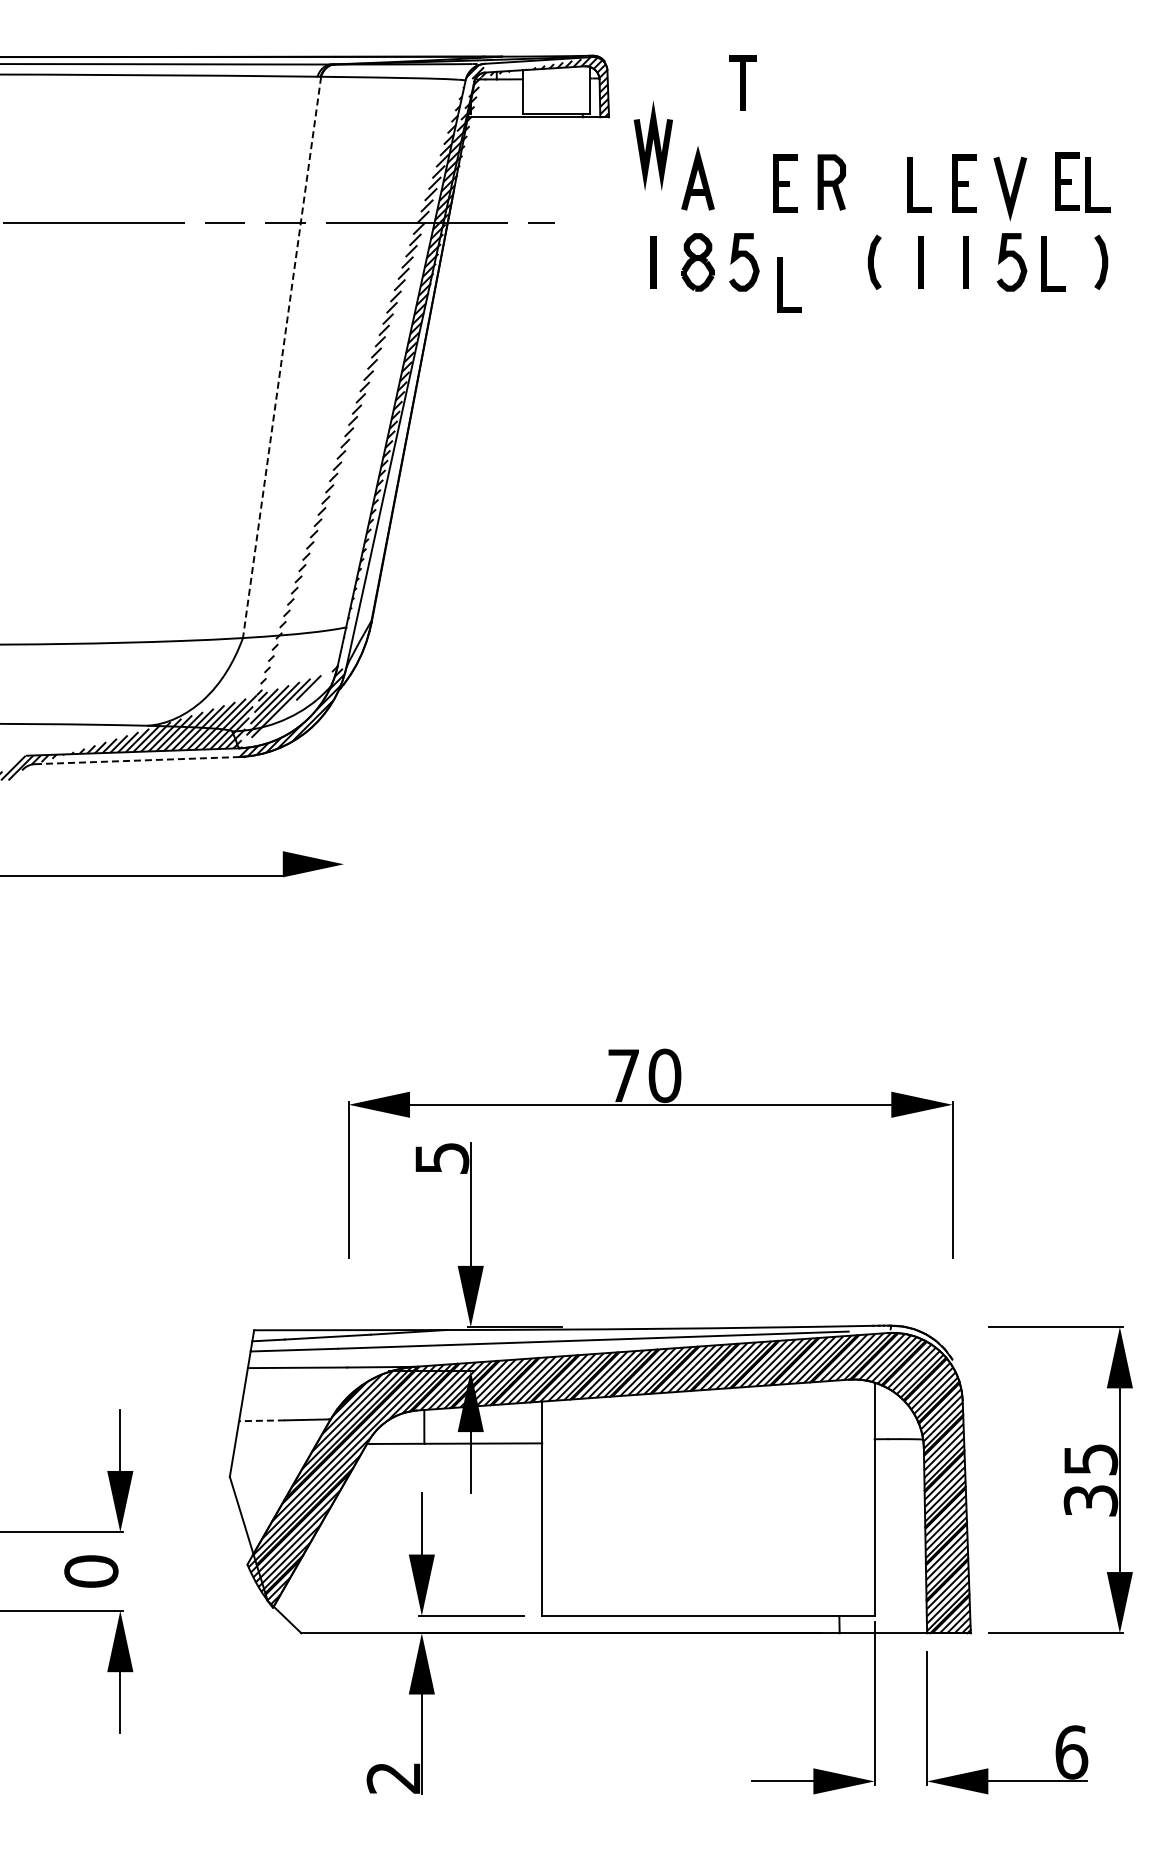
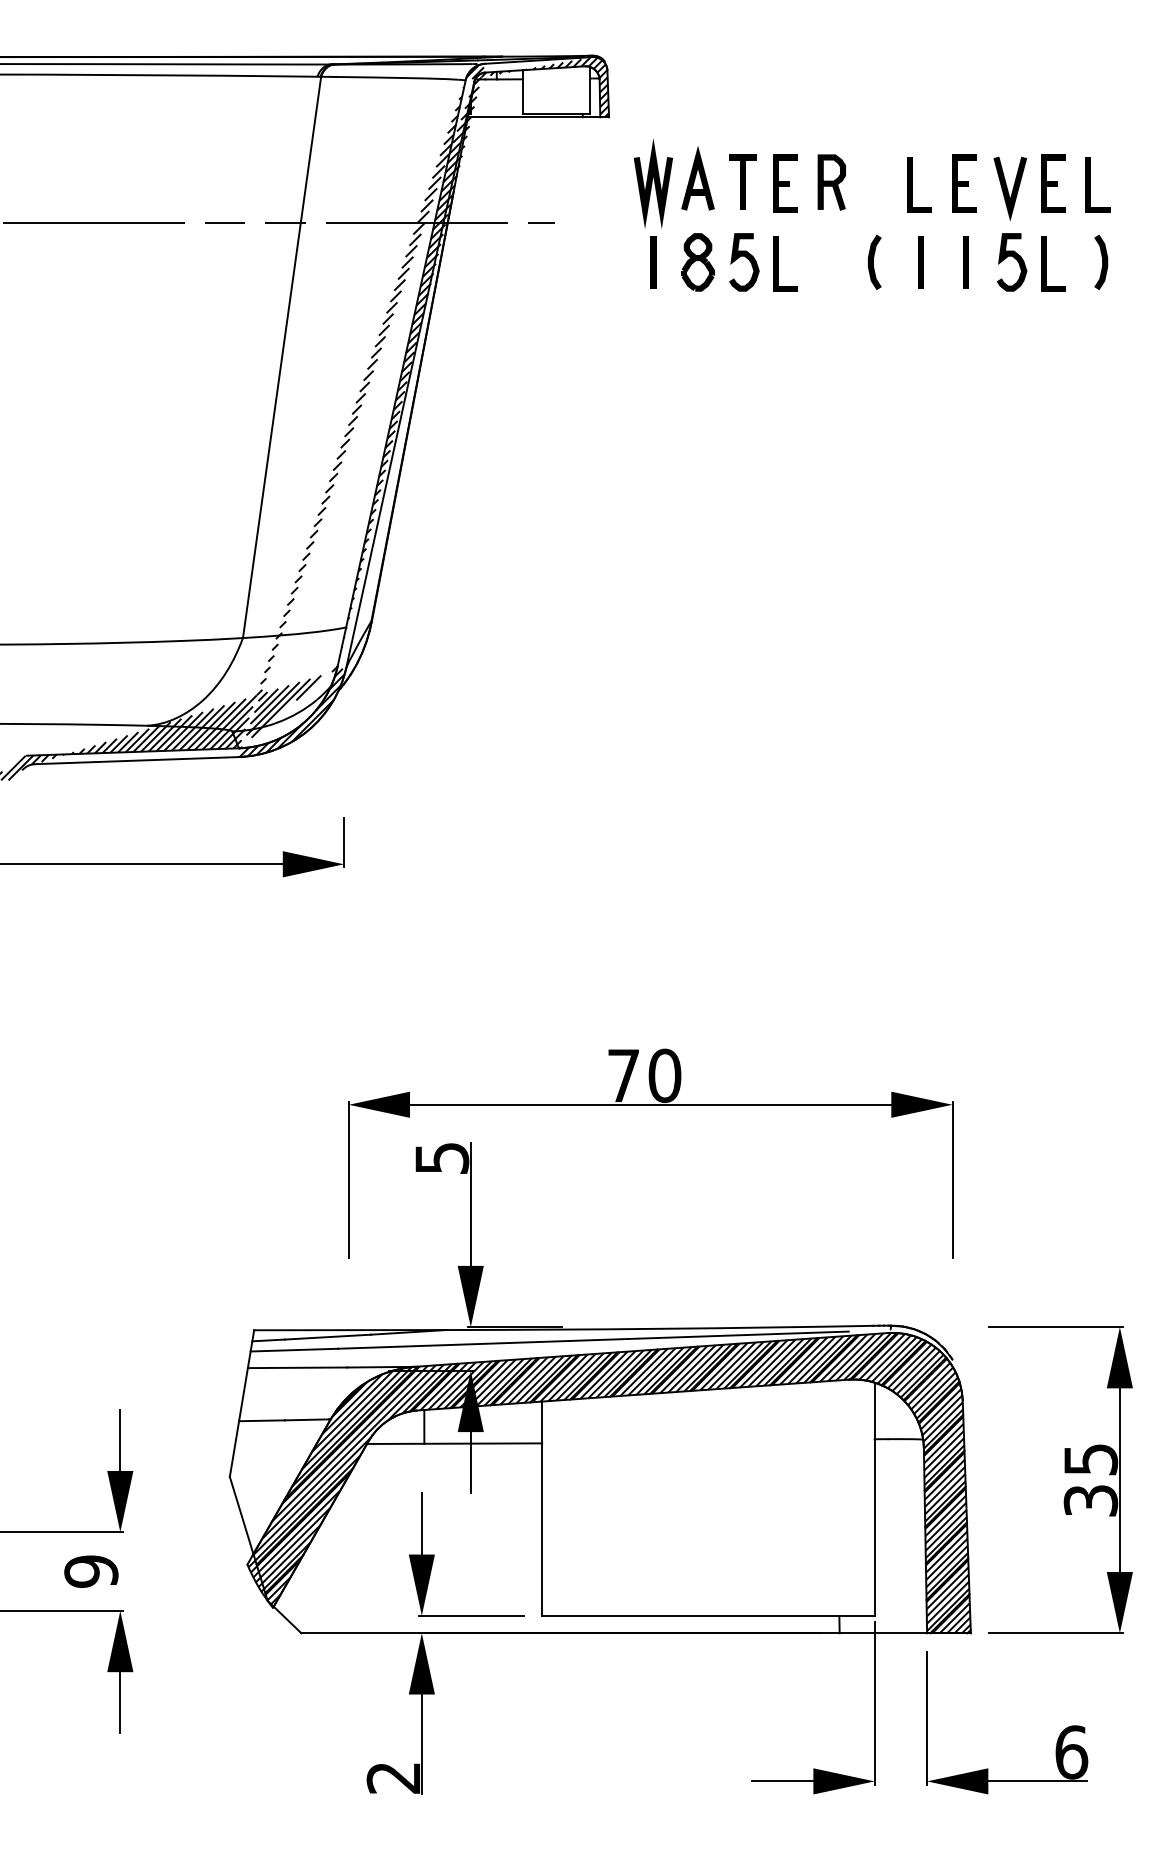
part at (742, 82) position: (742, 82) -> (742, 181)
line at (652, 145) position: (652, 145) -> (652, 183)
part at (1067, 181) position: (1067, 181) -> (1053, 183)
line at (782, 284) position: (782, 284) -> (778, 263)
line at (282, 357): dashed -> solid
line at (137, 760): dashed -> solid
line at (344, 842): none -> present
line at (142, 876) position: (142, 876) -> (142, 864)
line at (262, 1420): dashed -> solid
text at (91, 1571): 0 -> 9
